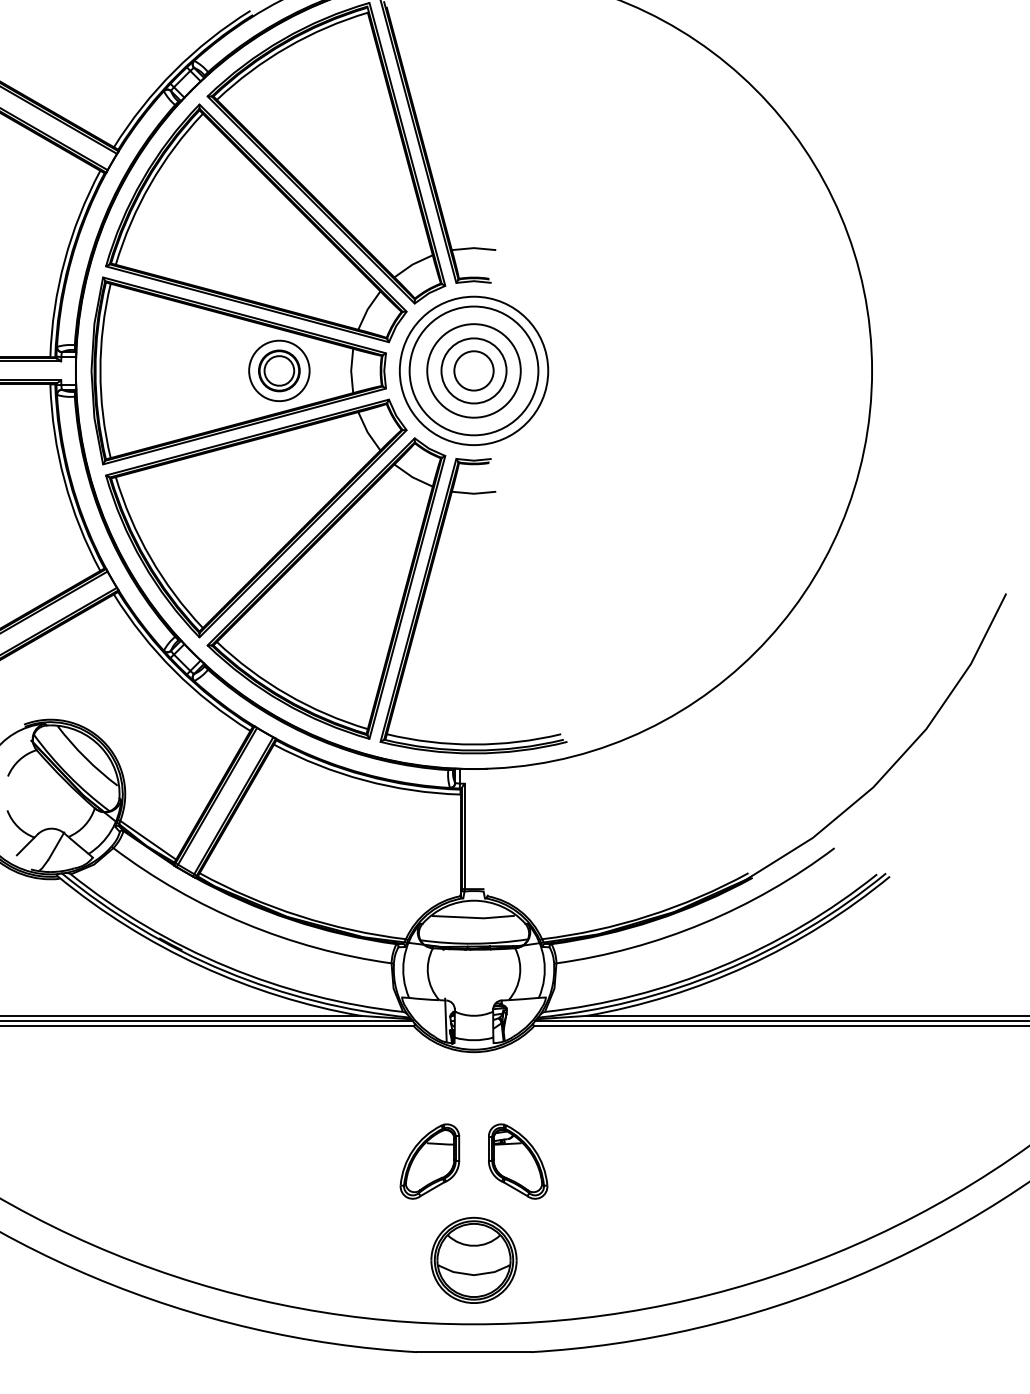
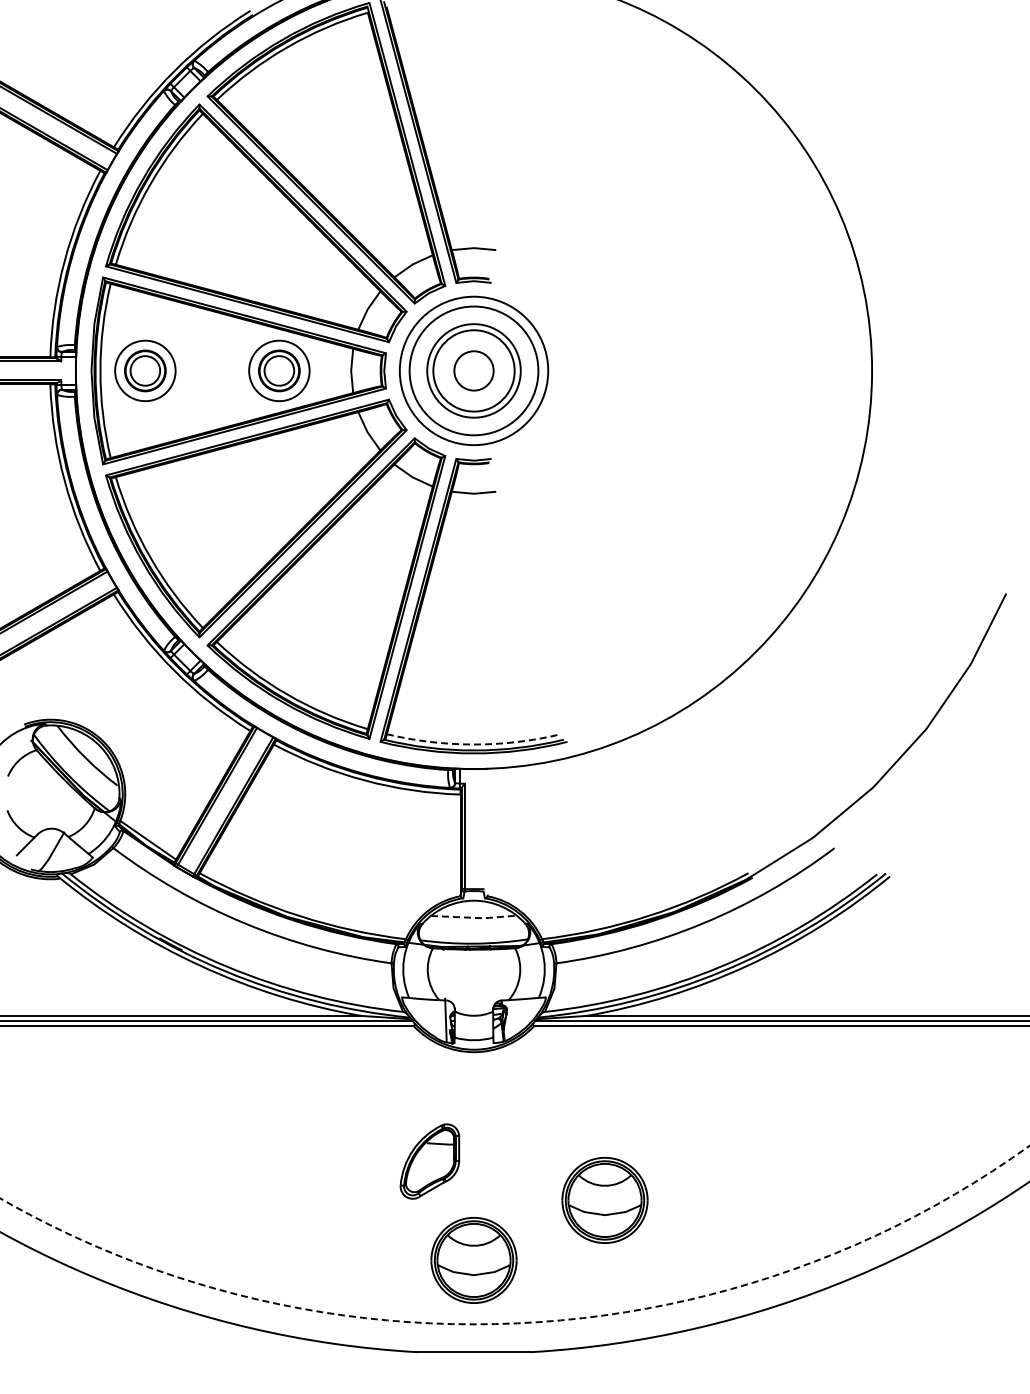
part at (145, 370): none -> present
circle at (473, 370) diameter: 65 px -> 81 px
arc at (474, 744): solid -> dashed
line at (473, 917): solid -> dashed
part at (518, 1161): present -> none
part at (604, 1199): none -> present
arc at (522, 1323): solid -> dashed
